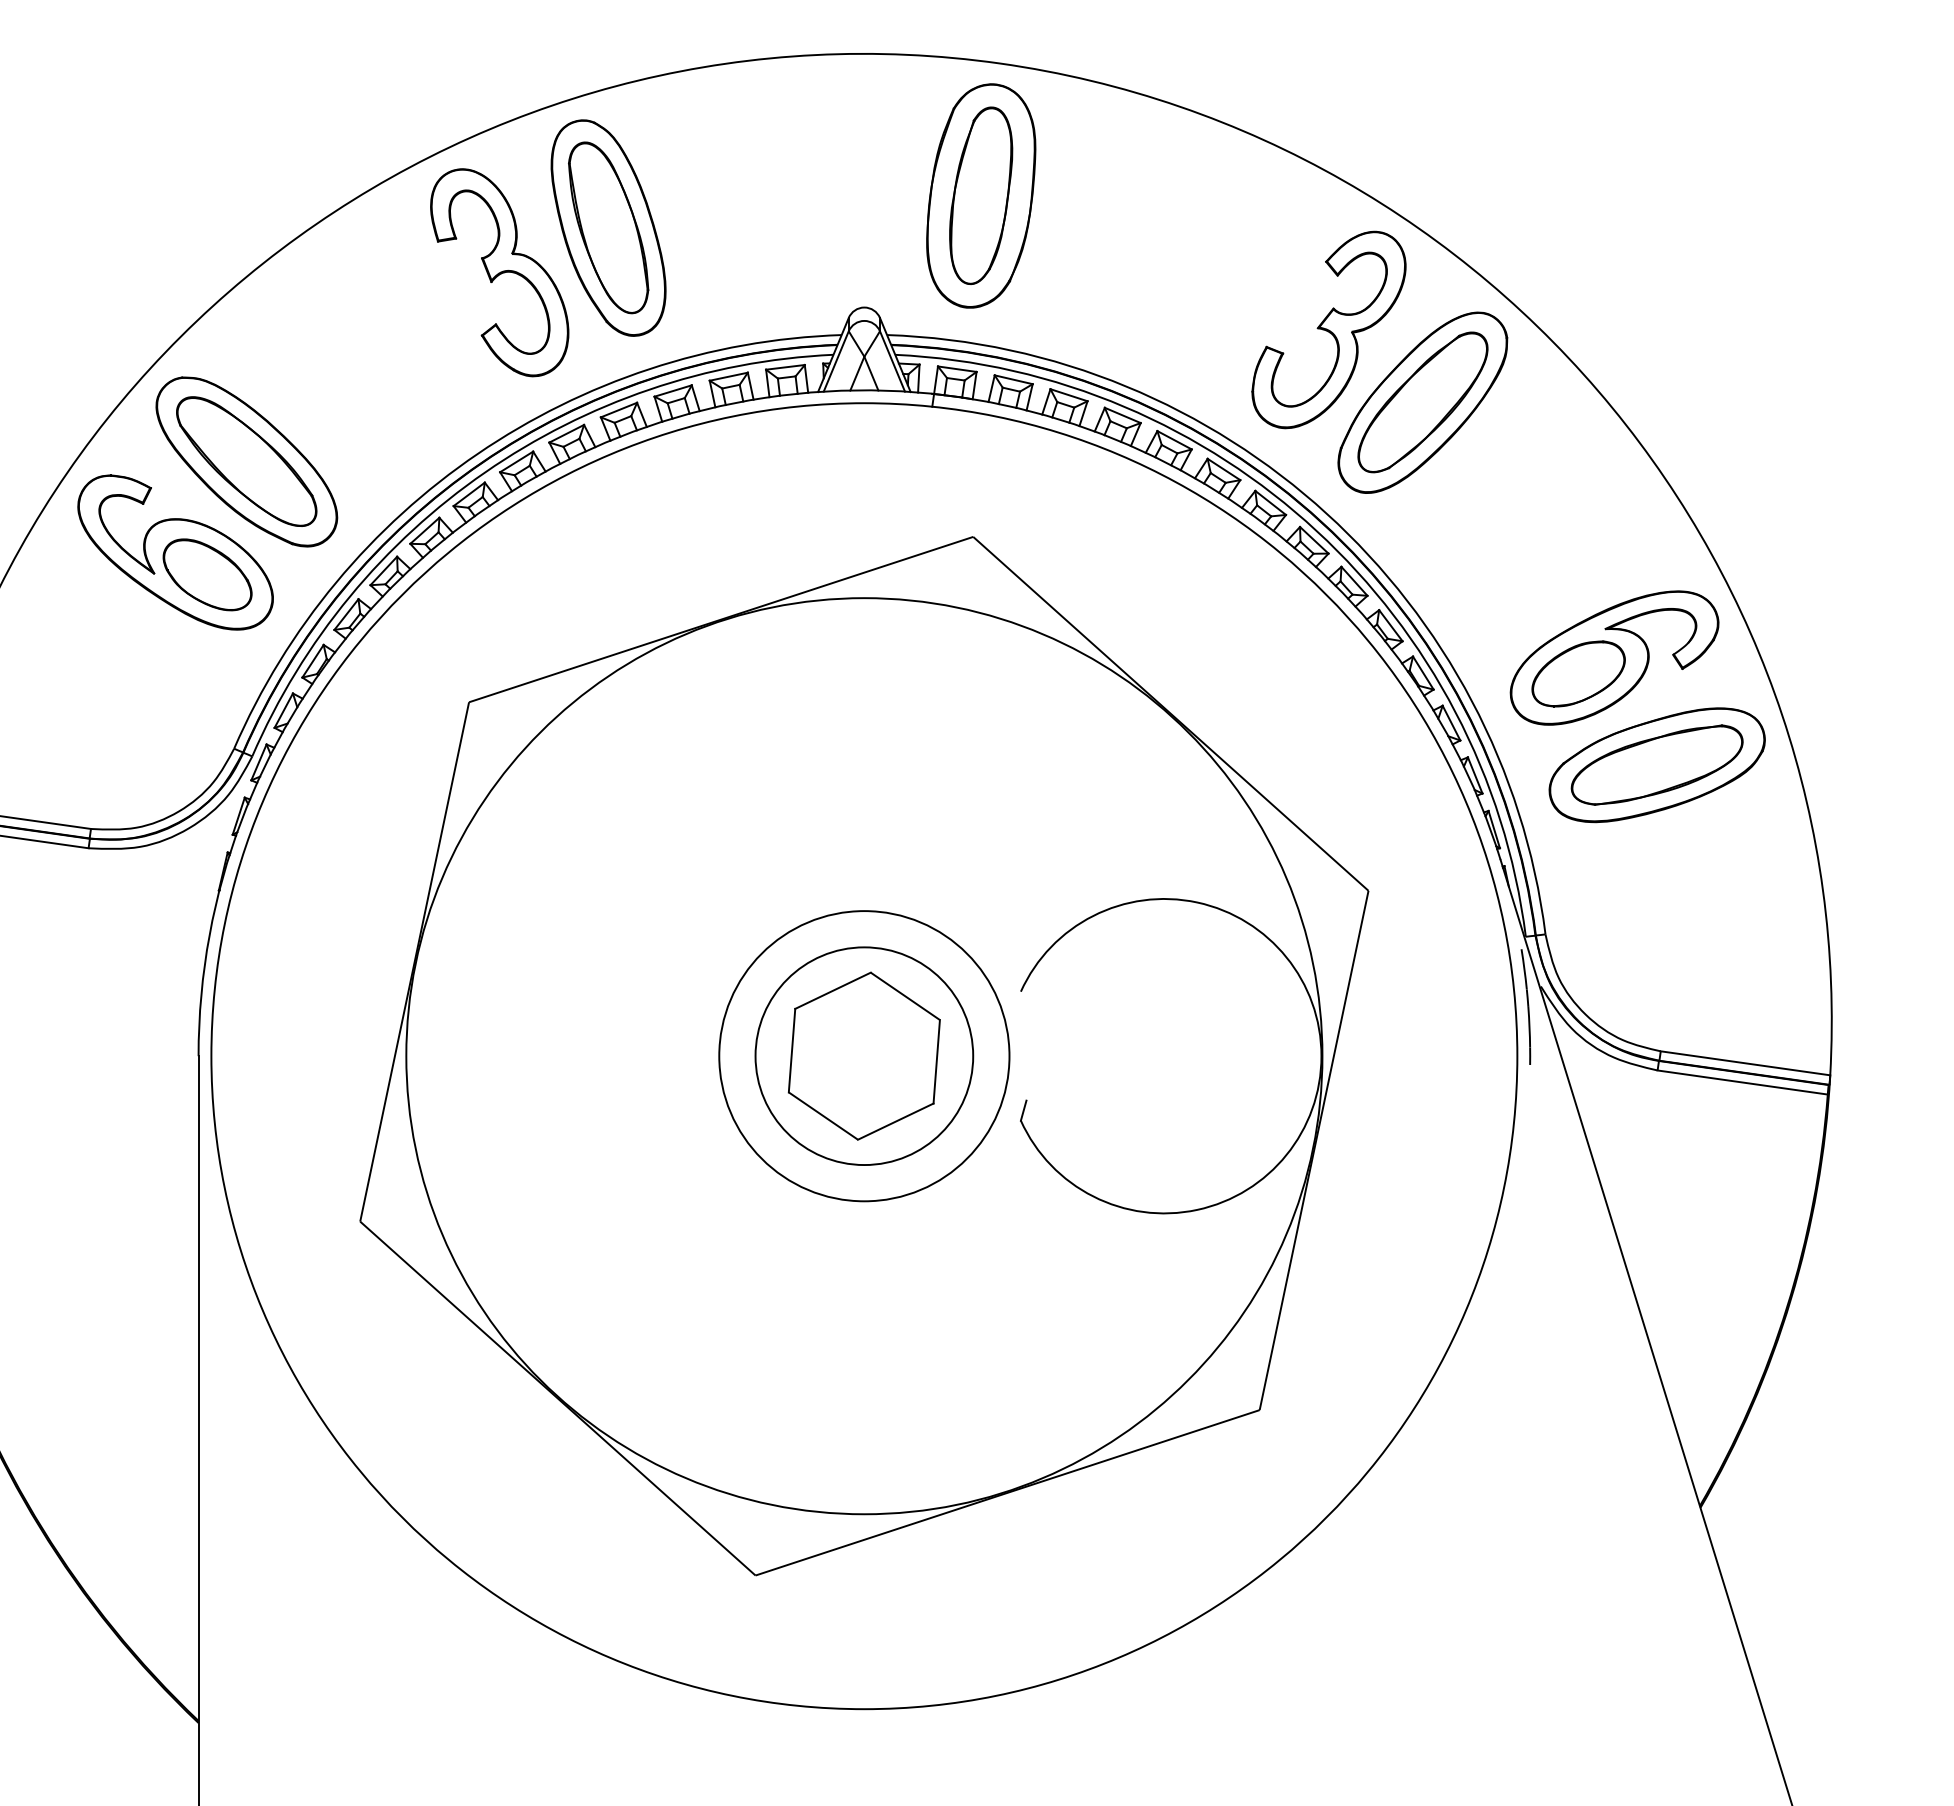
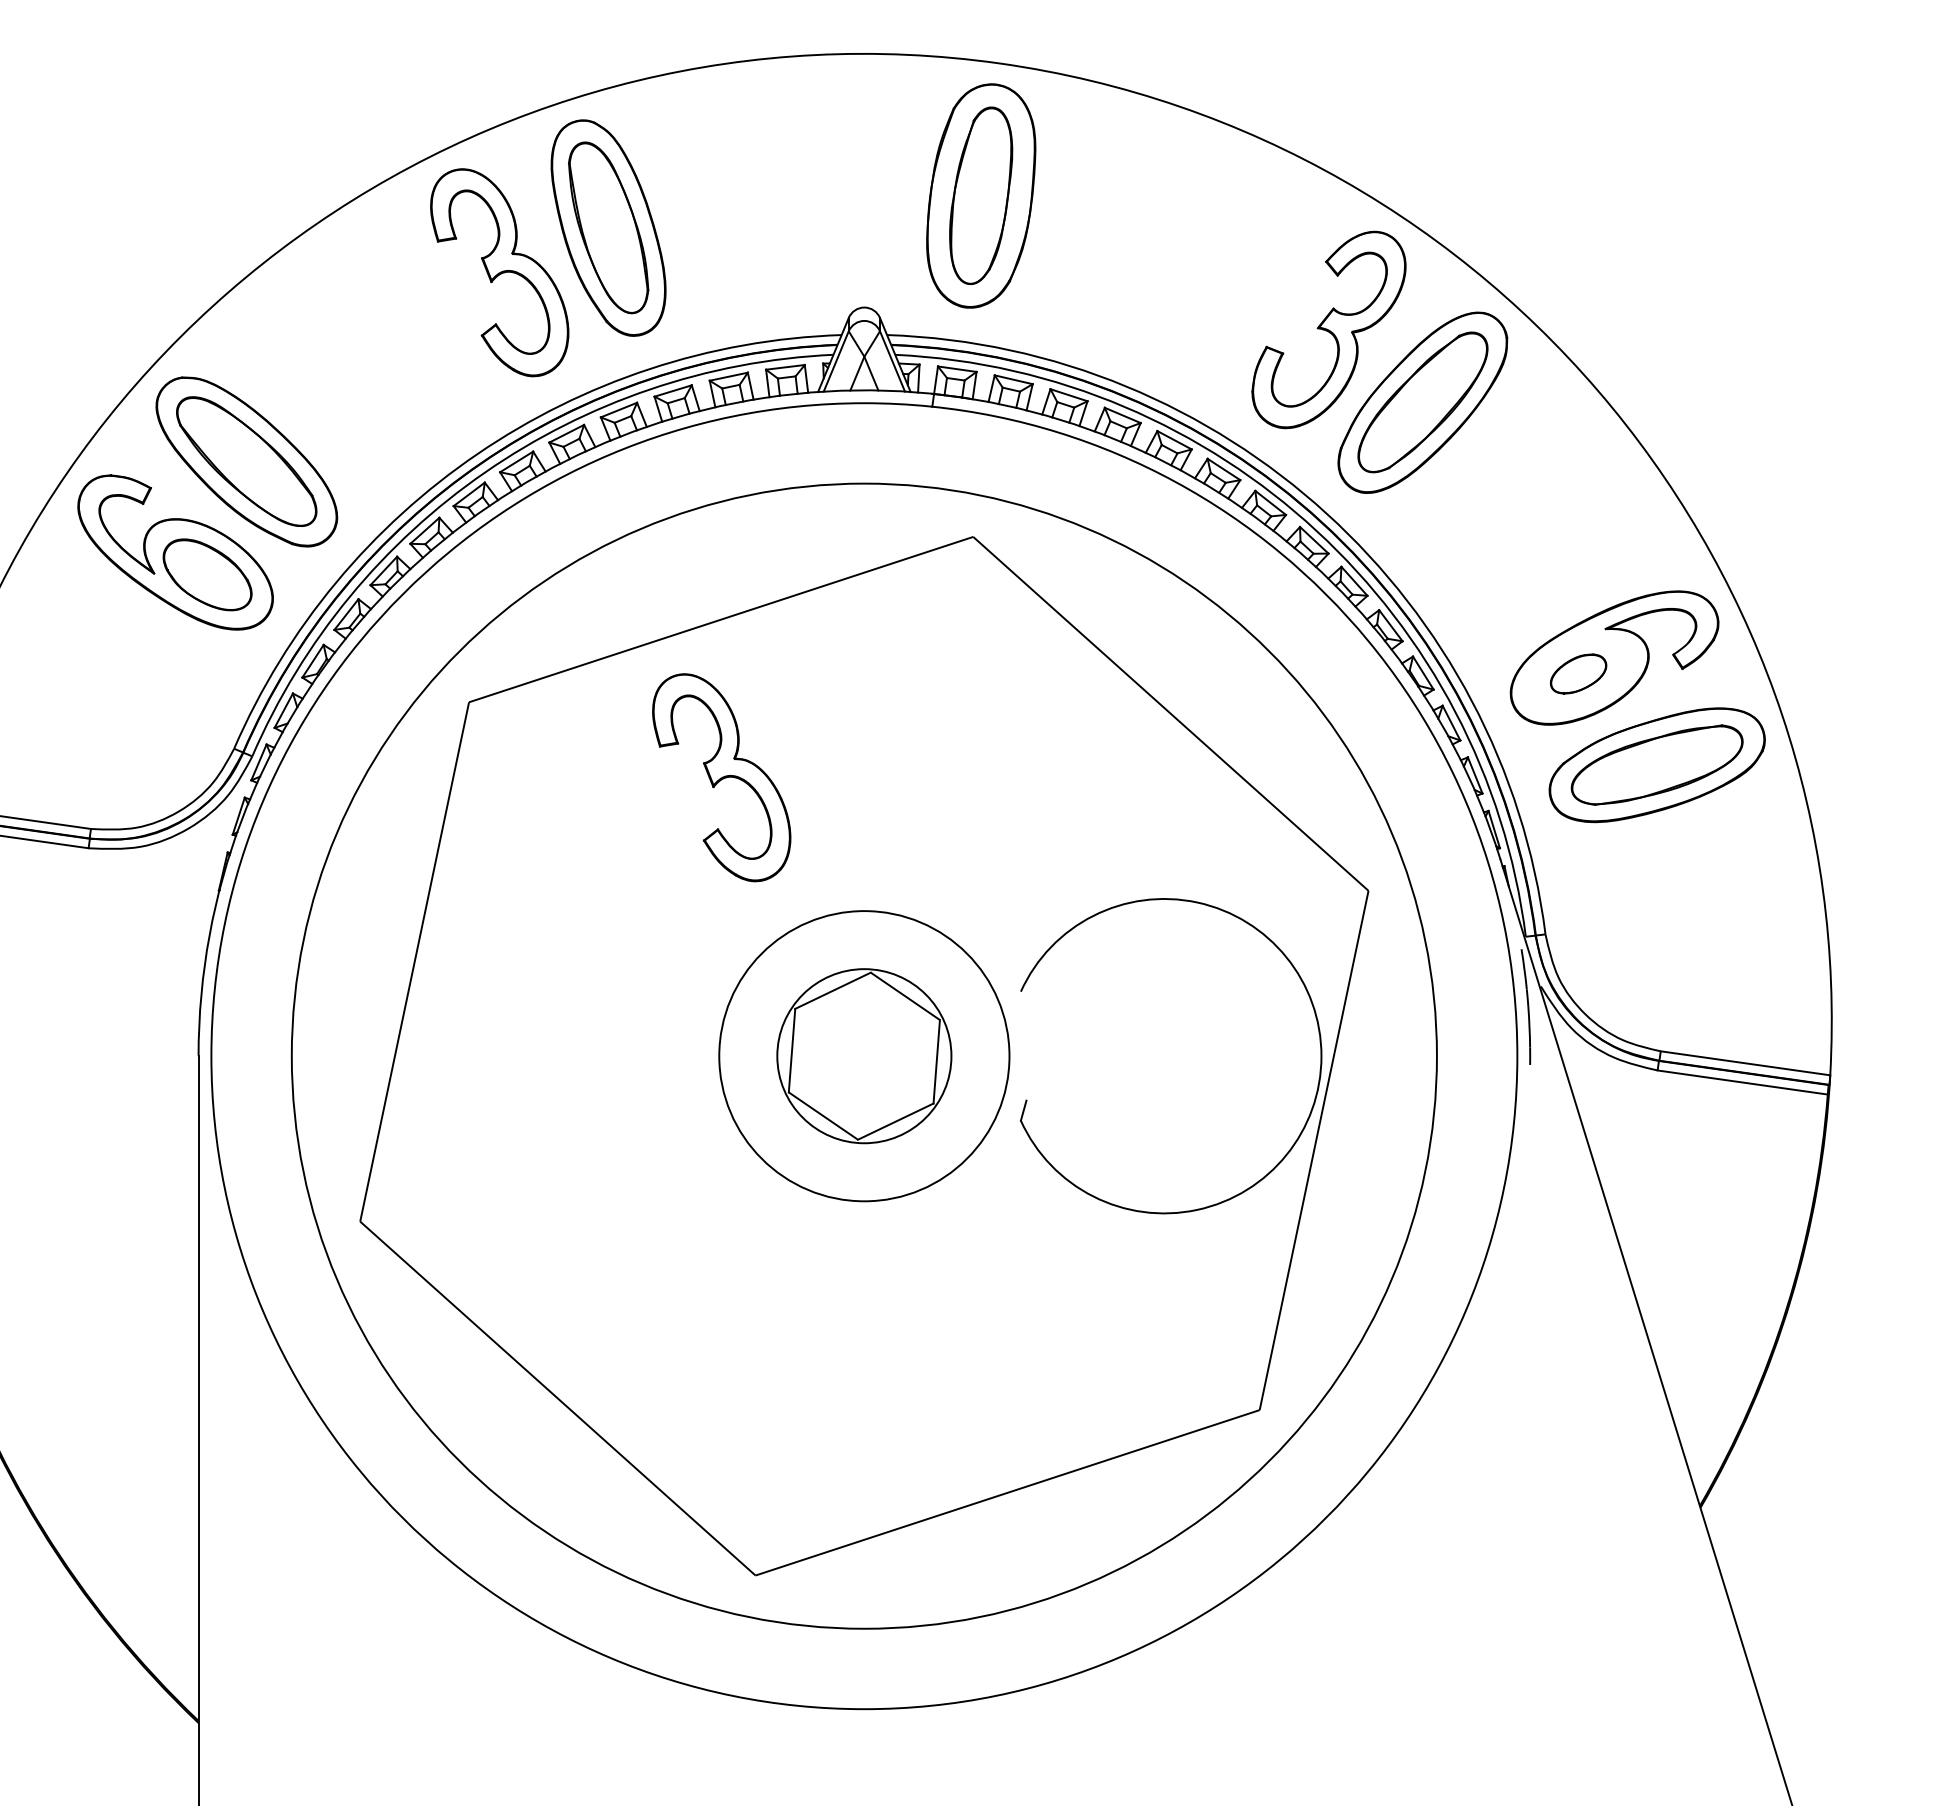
part at (1578, 673) size: 95x68 px -> 59x42 px
part at (721, 777): none -> present
circle at (864, 1056) diameter: 218 px -> 174 px
circle at (864, 1056) diameter: 916 px -> 1145 px
